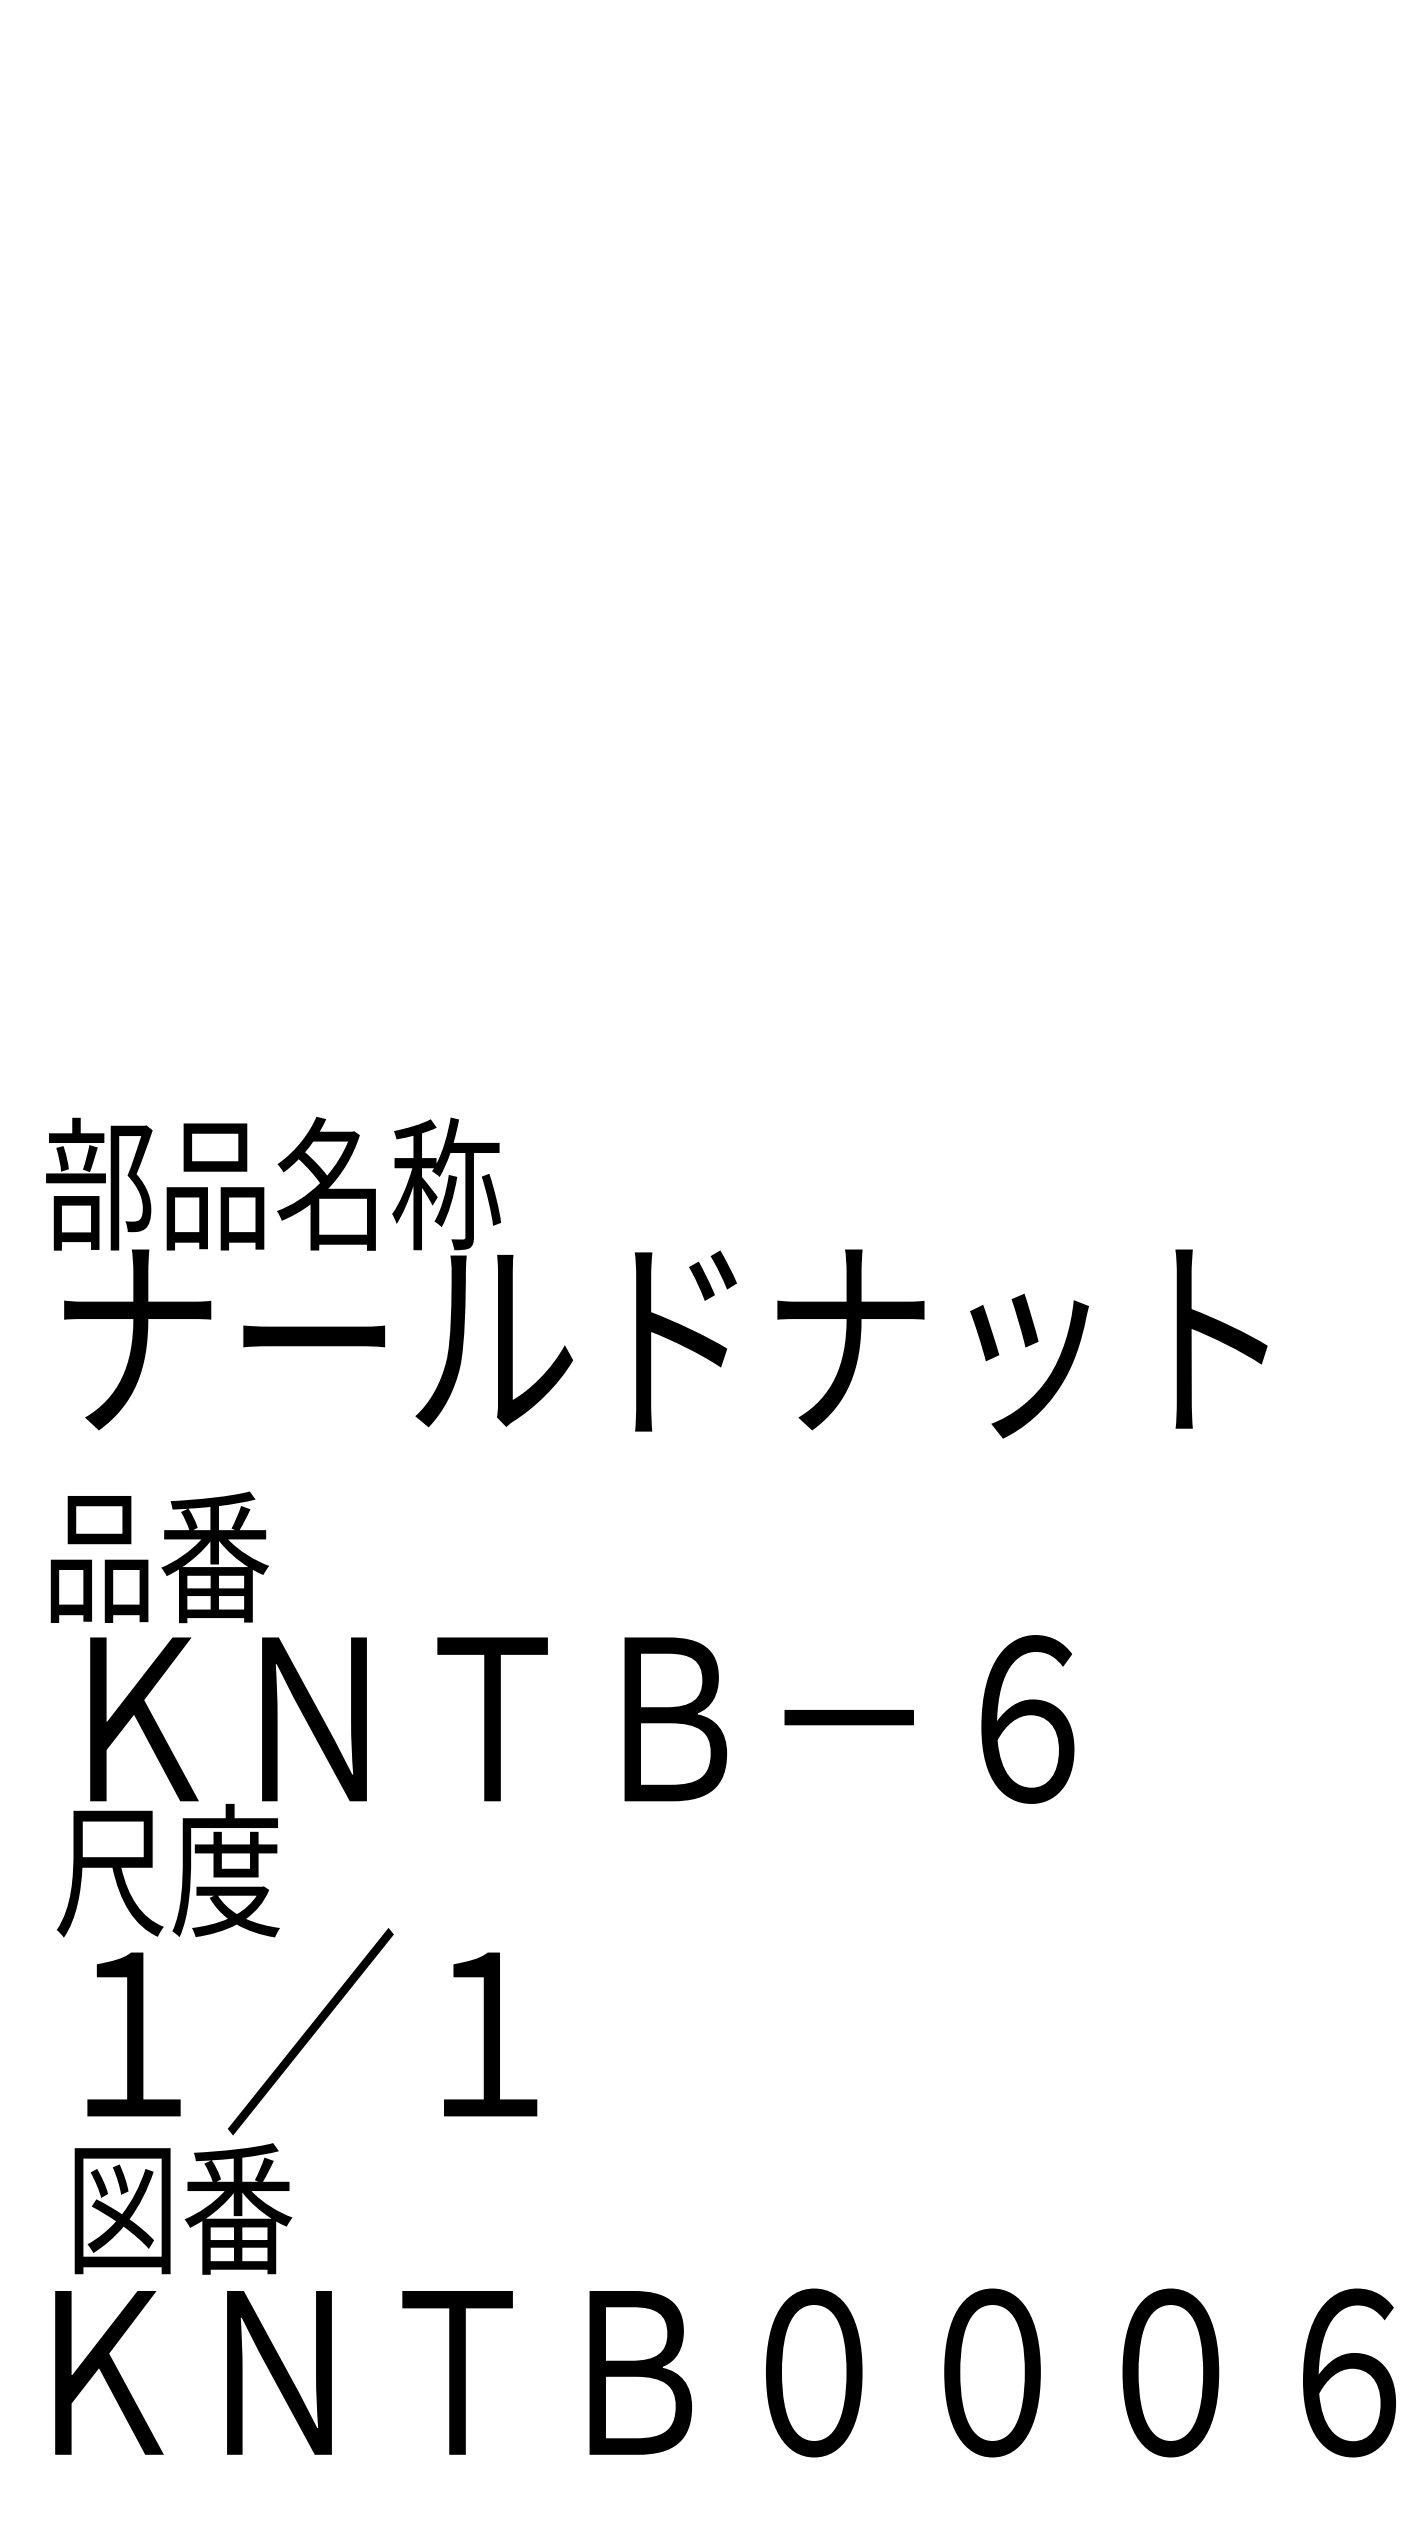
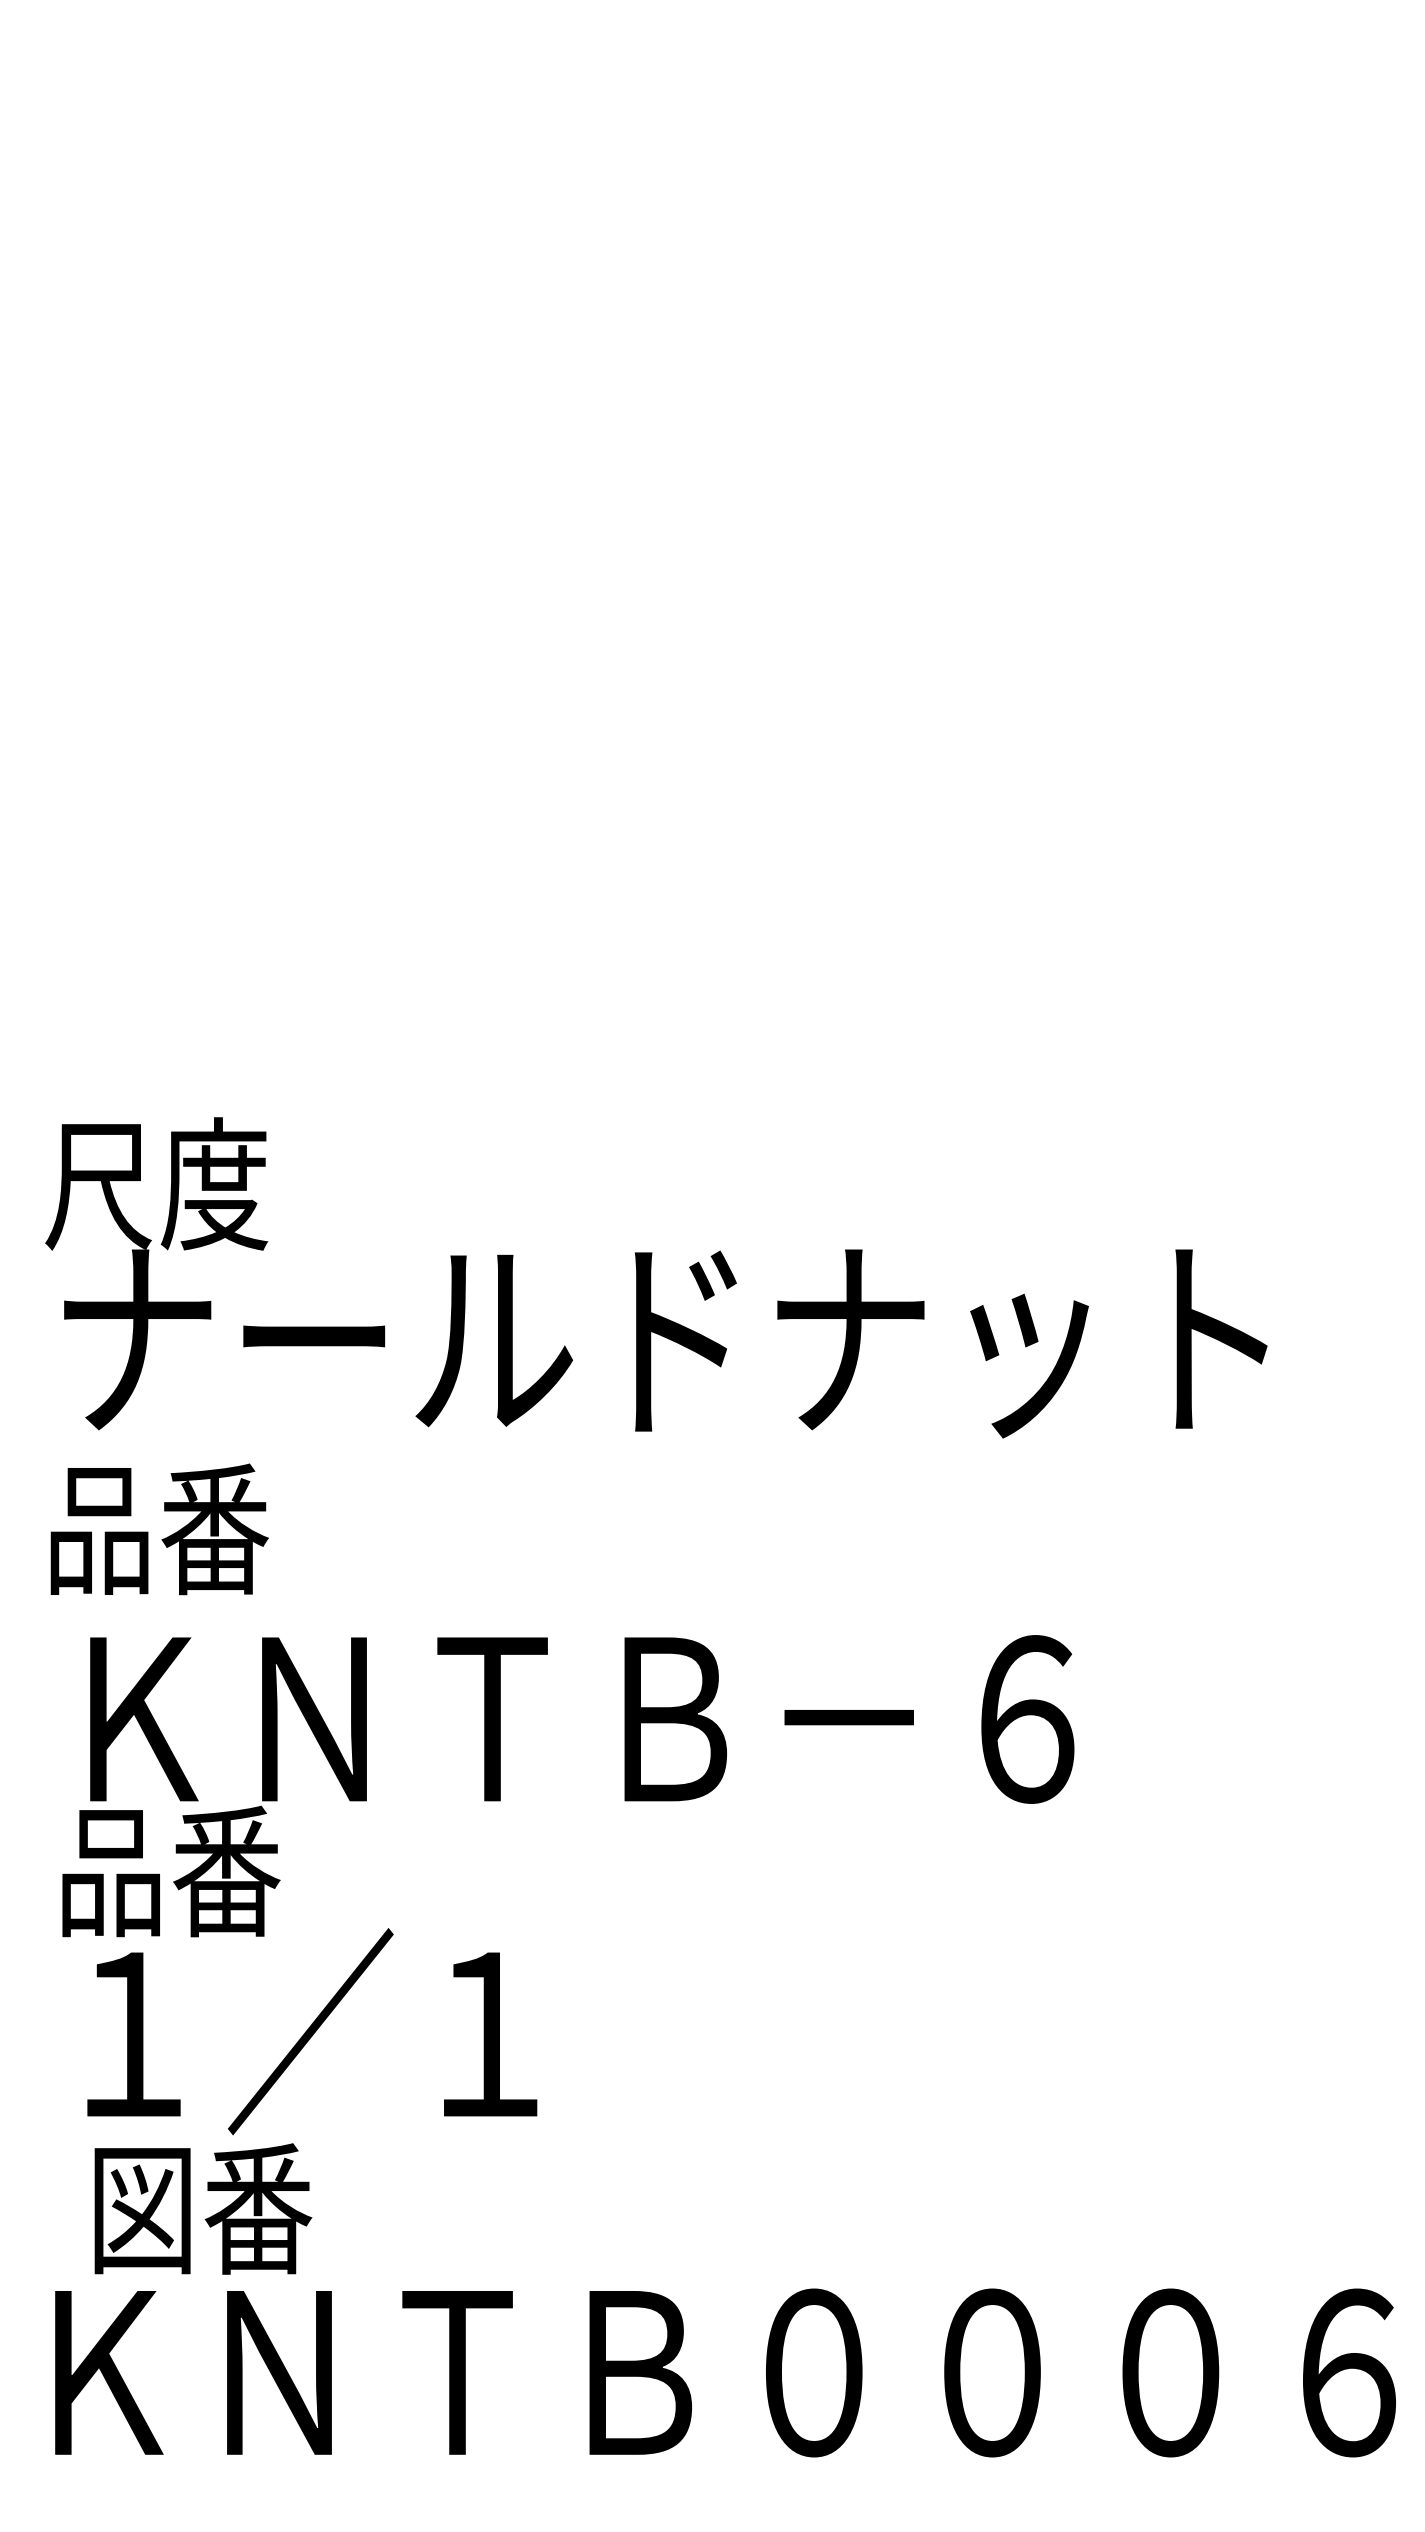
text at (273, 1183): 部品名称 -> 尺度
text at (159, 1557) position: (159, 1557) -> (159, 1529)
text at (168, 1870): 尺度 -> 品番
text at (183, 2208) position: (183, 2208) -> (203, 2208)
